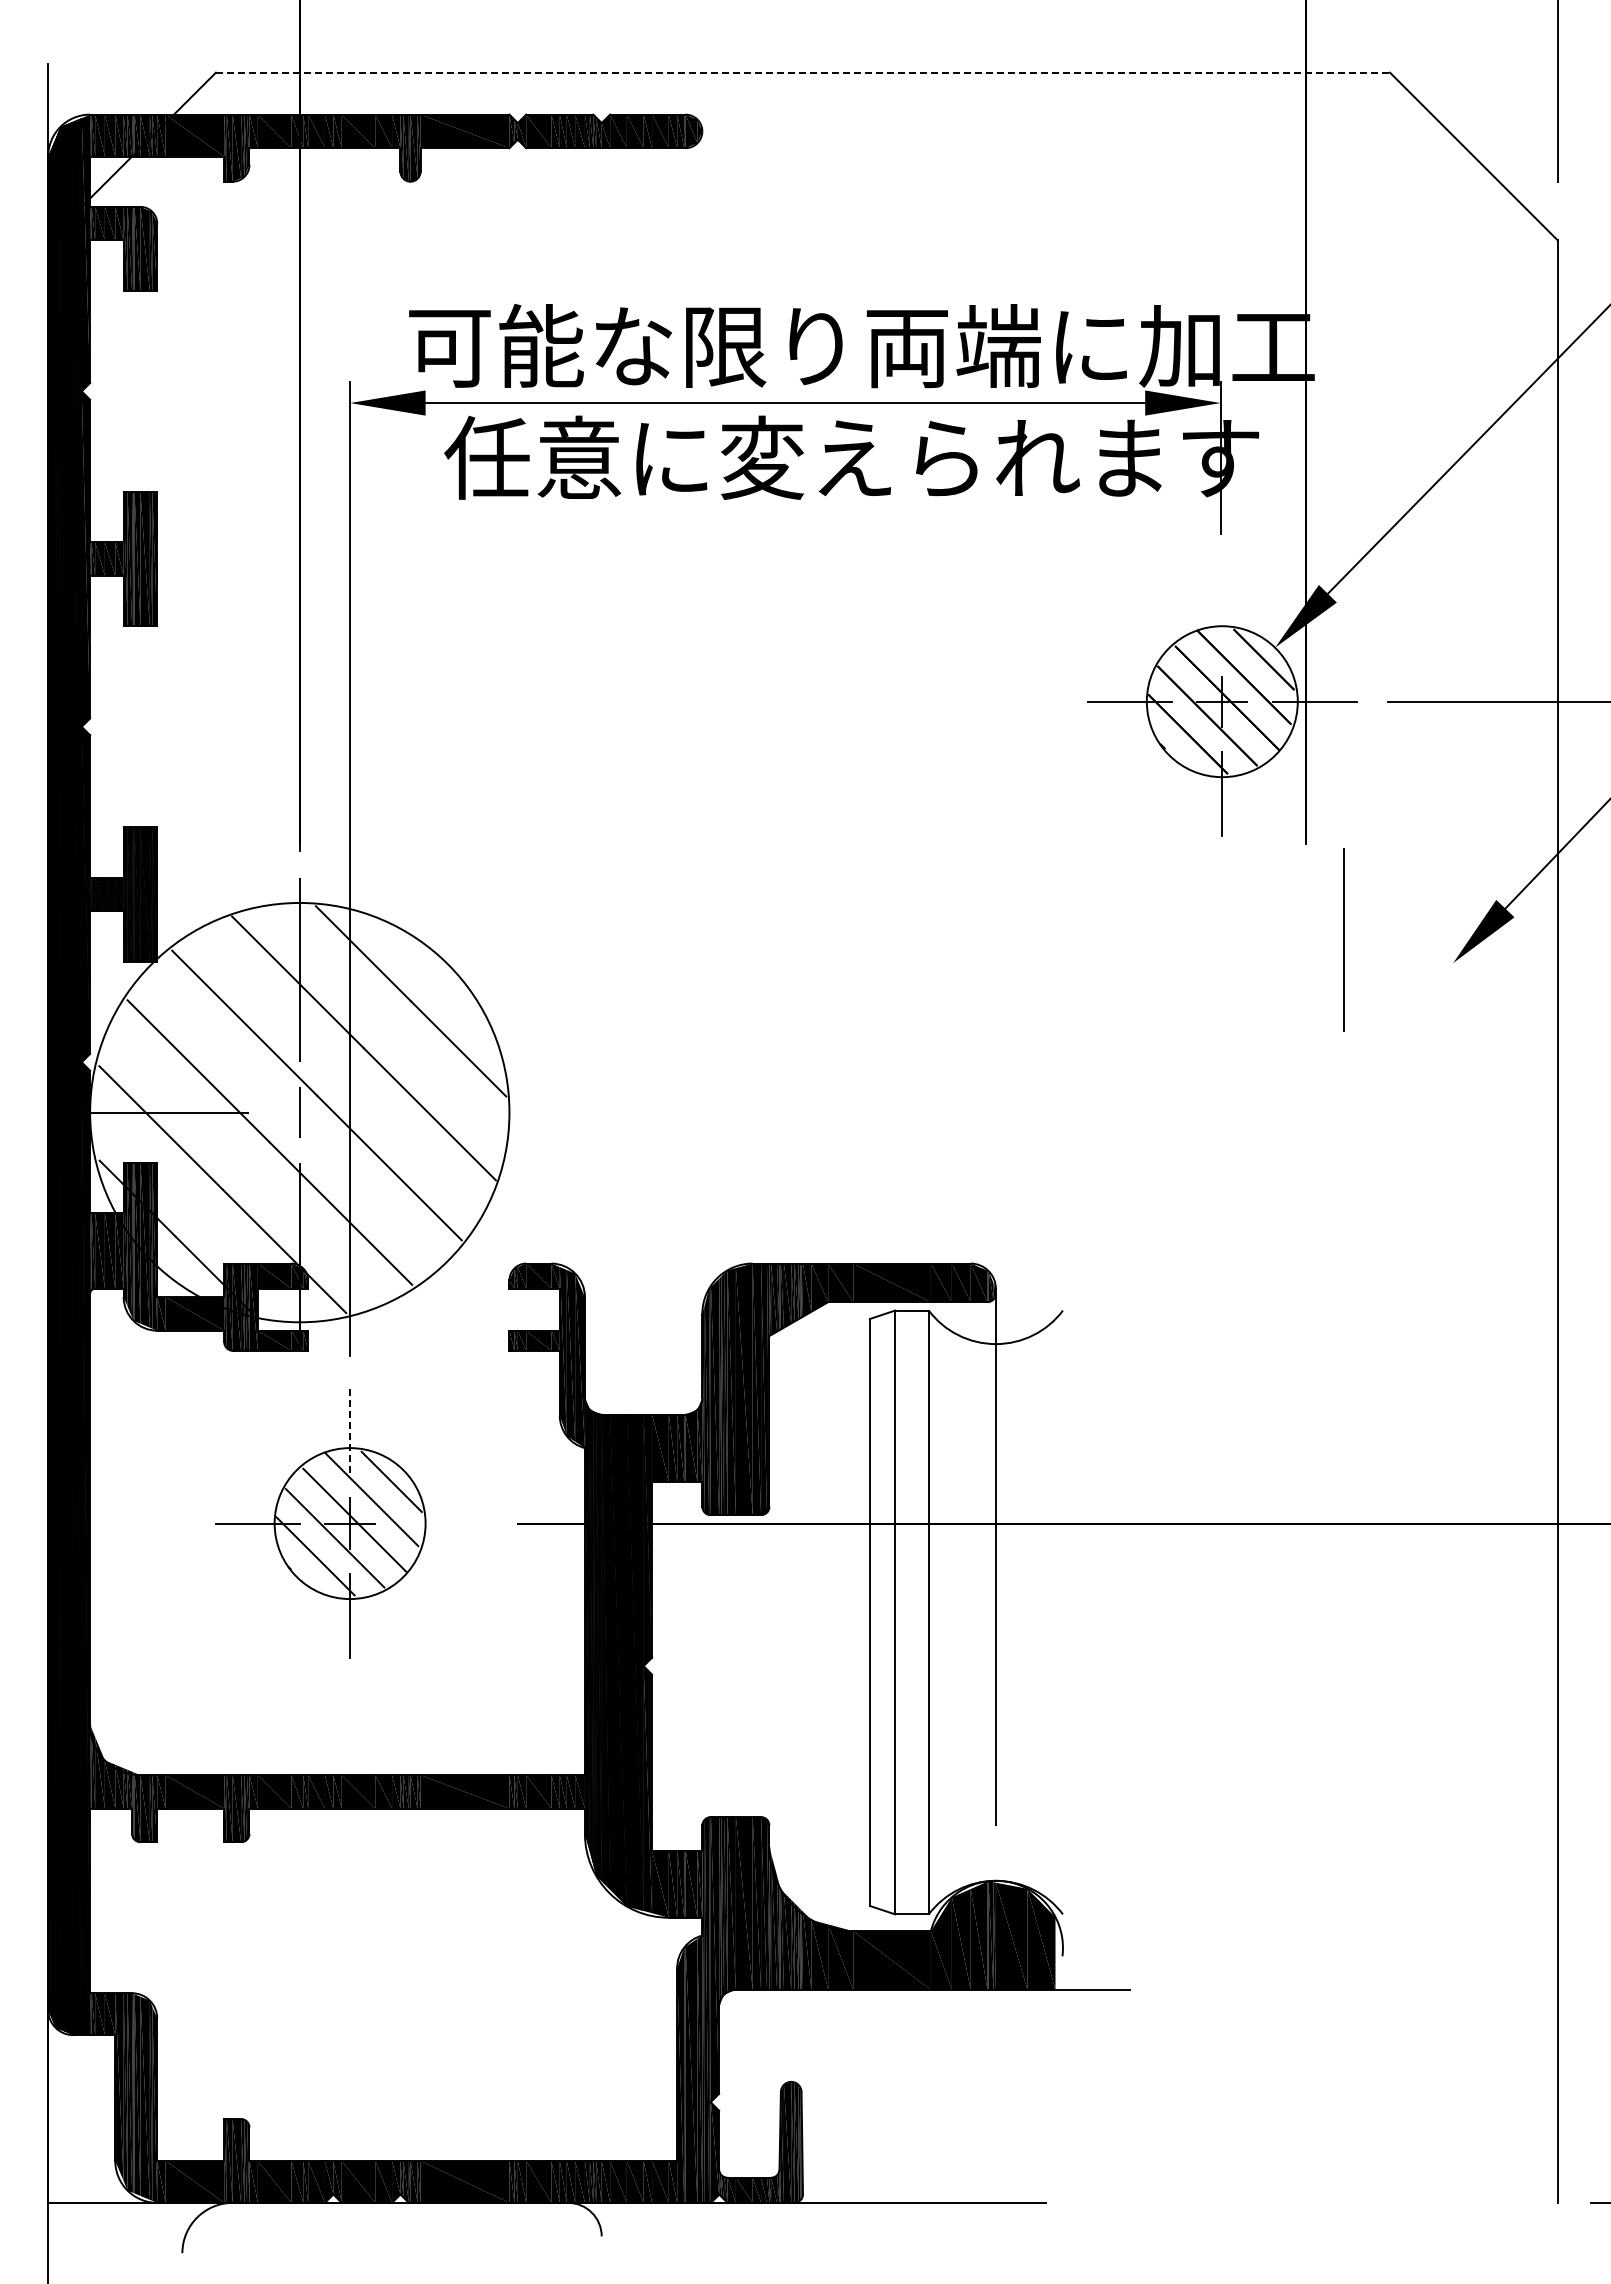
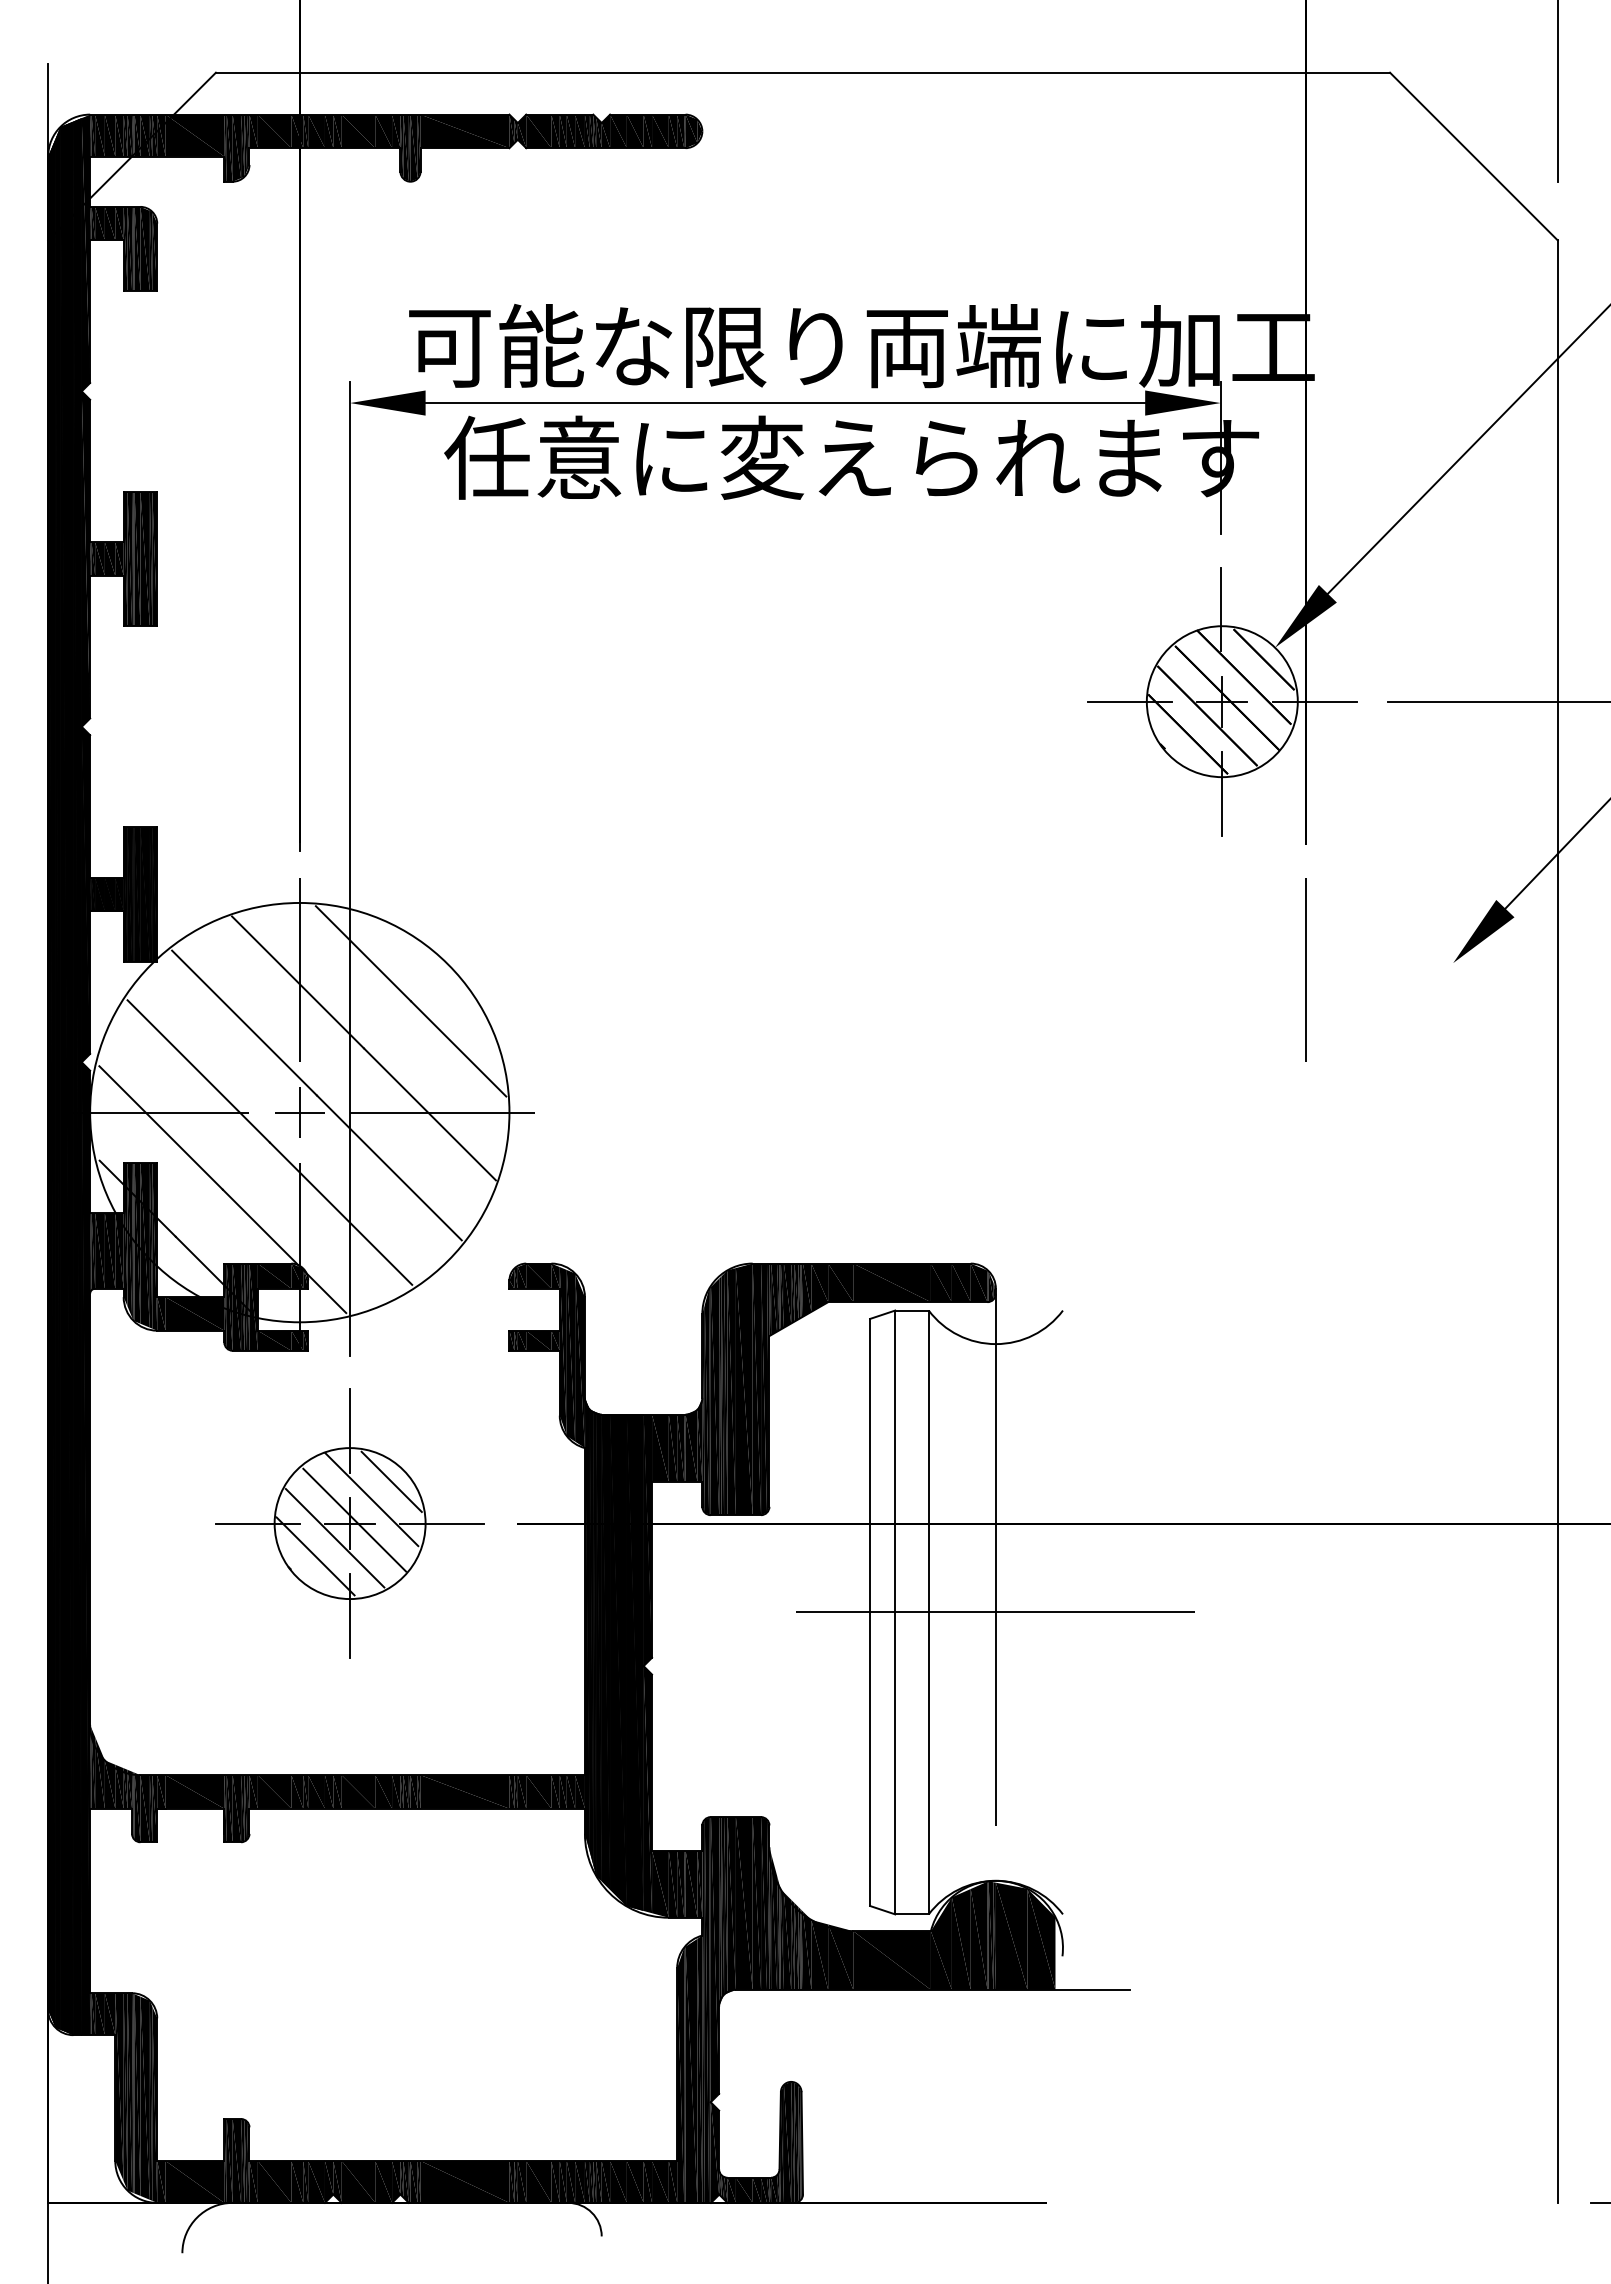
line at (803, 72): dashed -> solid
line at (1220, 609): none -> present
line at (1343, 939) position: (1343, 939) -> (1305, 969)
line at (299, 1112): none -> present
line at (442, 1112): none -> present
line at (350, 1431): dashed -> solid
line at (442, 1523): none -> present
line at (995, 1612): none -> present
